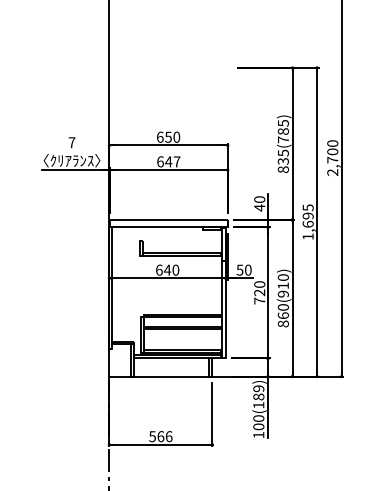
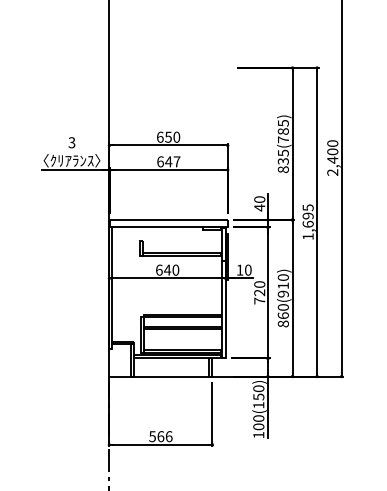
text at (71, 142): 7 -> 3
text at (332, 159): 2,700 -> 2,400
text at (239, 269): 50 -> 10
text at (258, 392): 100(189) -> 100(150)
